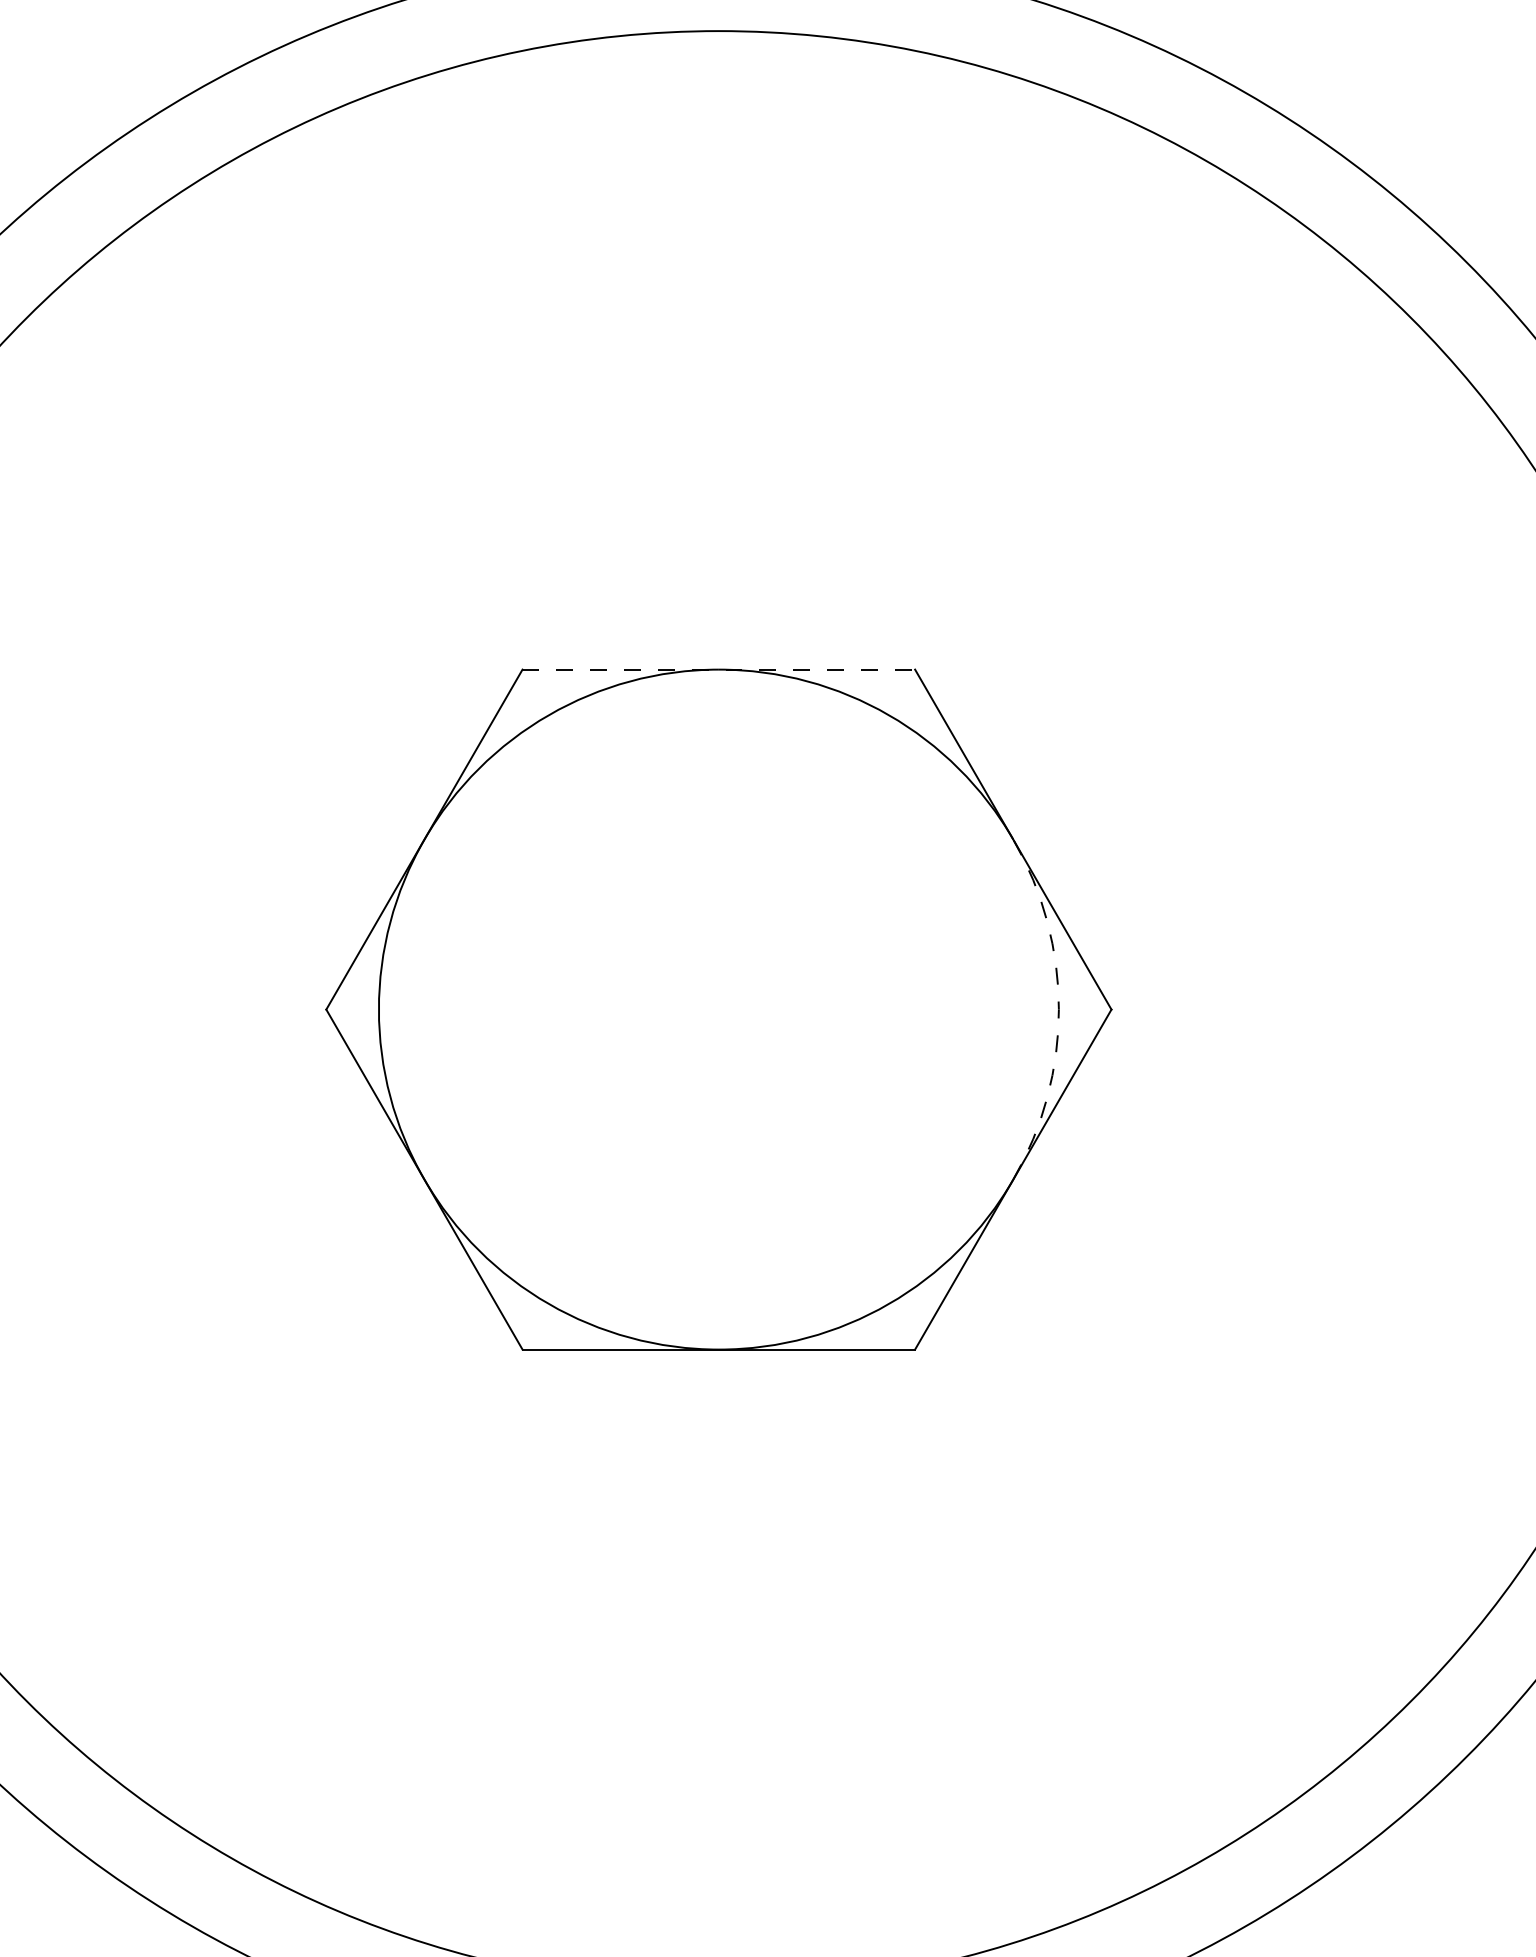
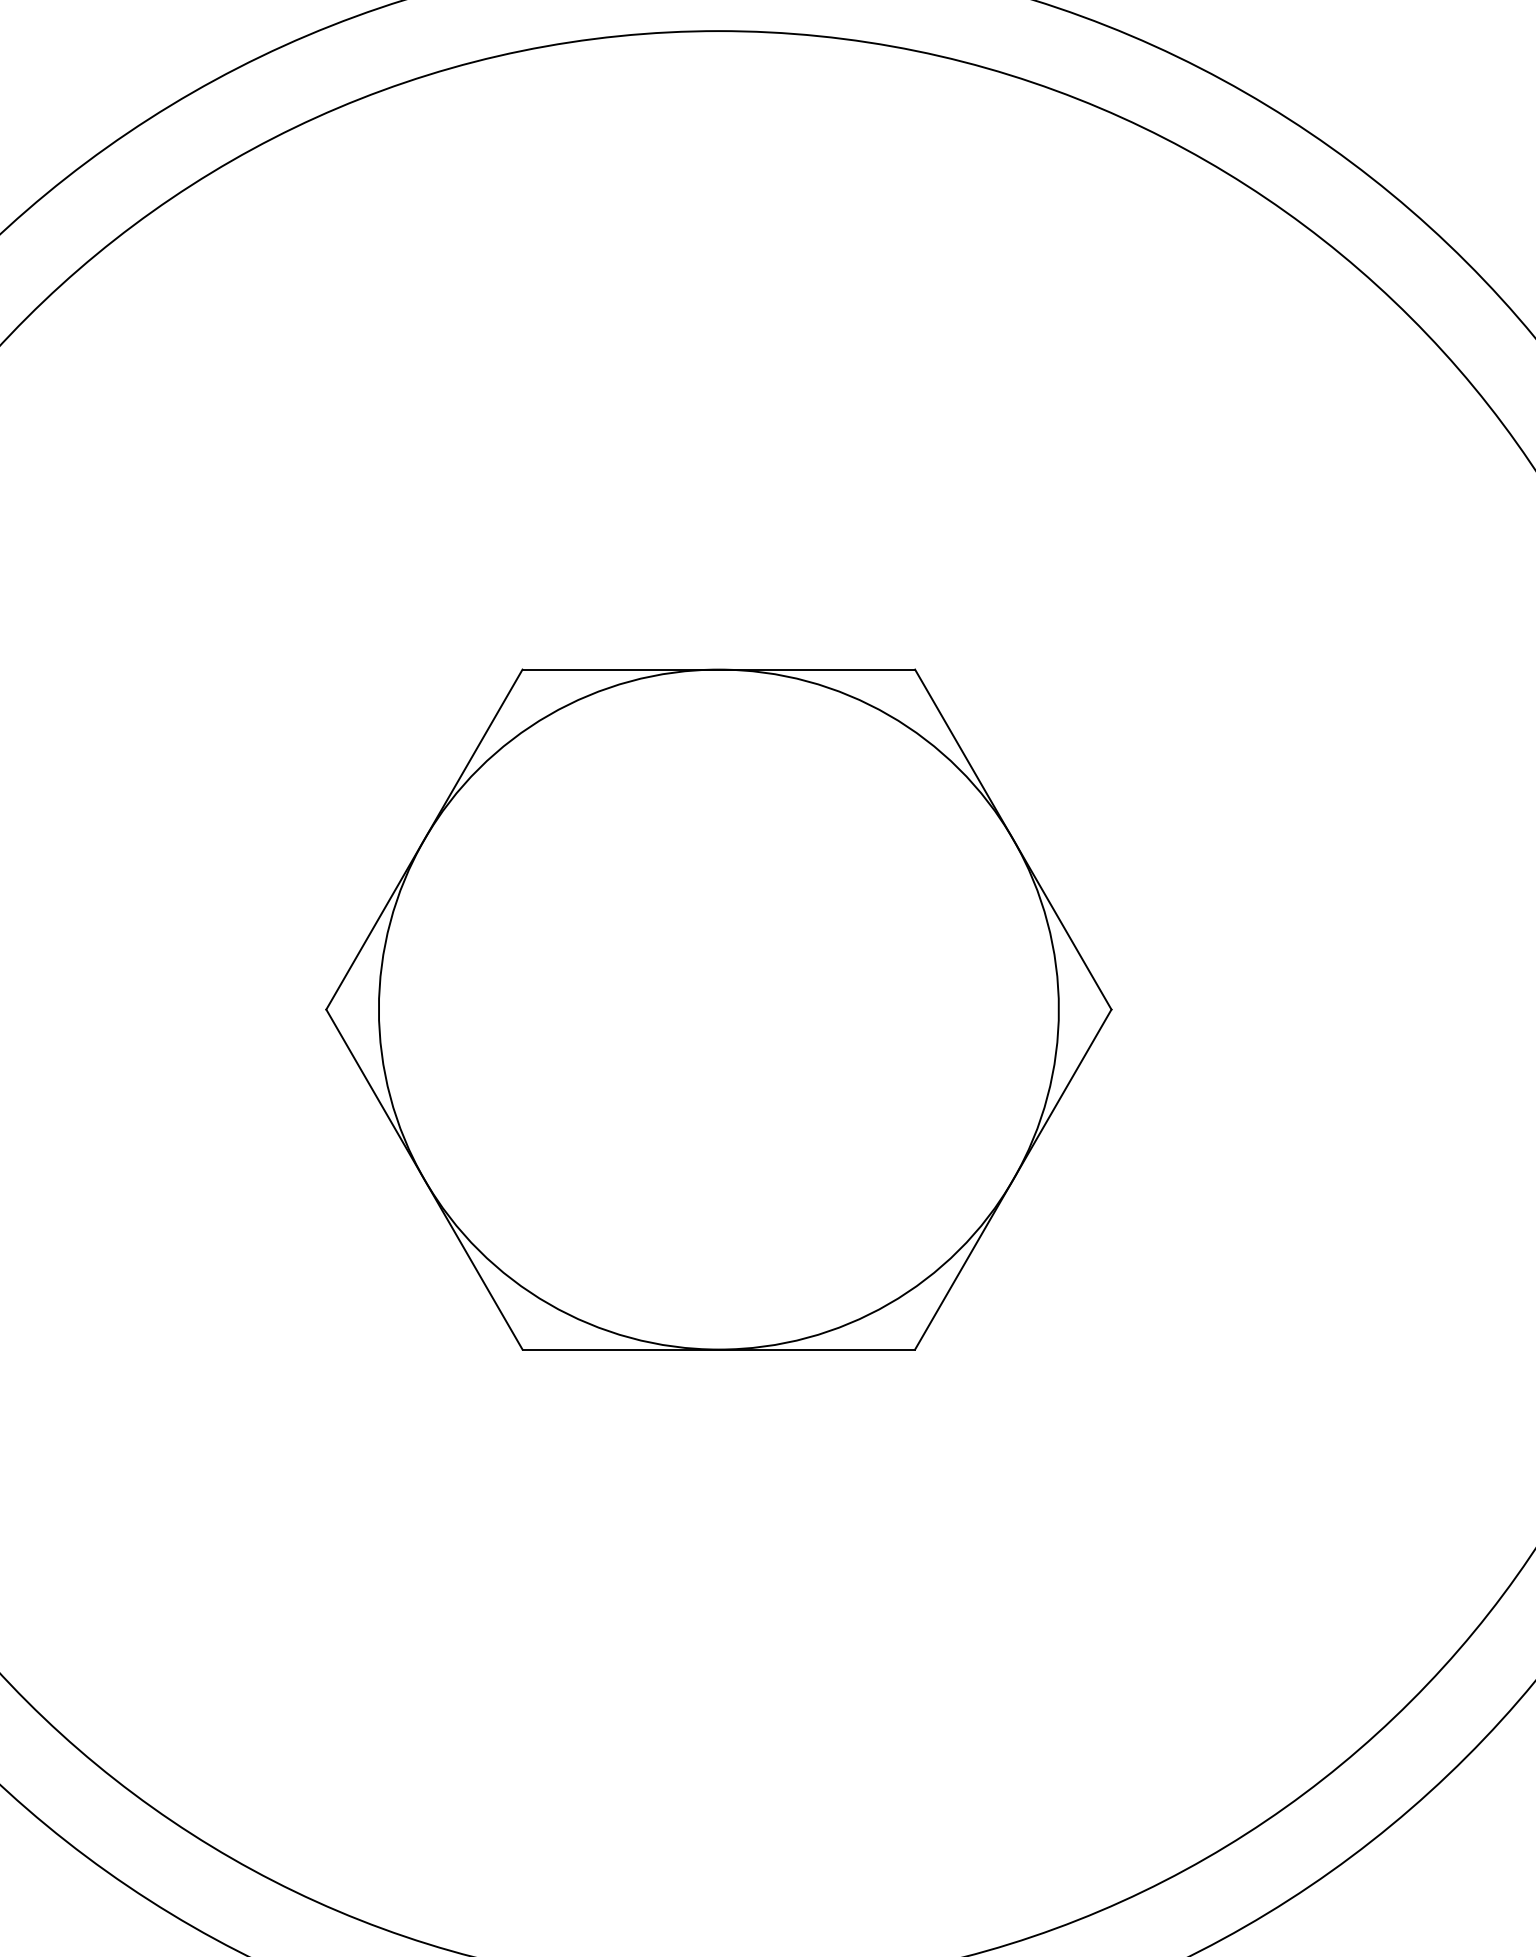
line at (719, 669): dashed -> solid
arc at (1058, 1009): dashed -> solid
